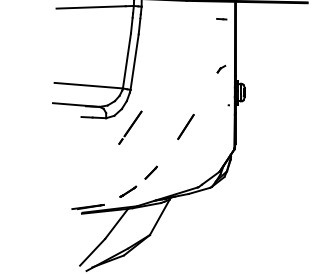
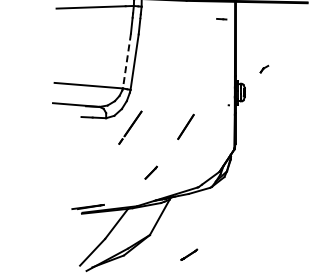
line at (126, 61): solid -> dashed
part at (221, 68) position: (221, 68) -> (264, 68)
line at (128, 191) position: (128, 191) -> (189, 254)
